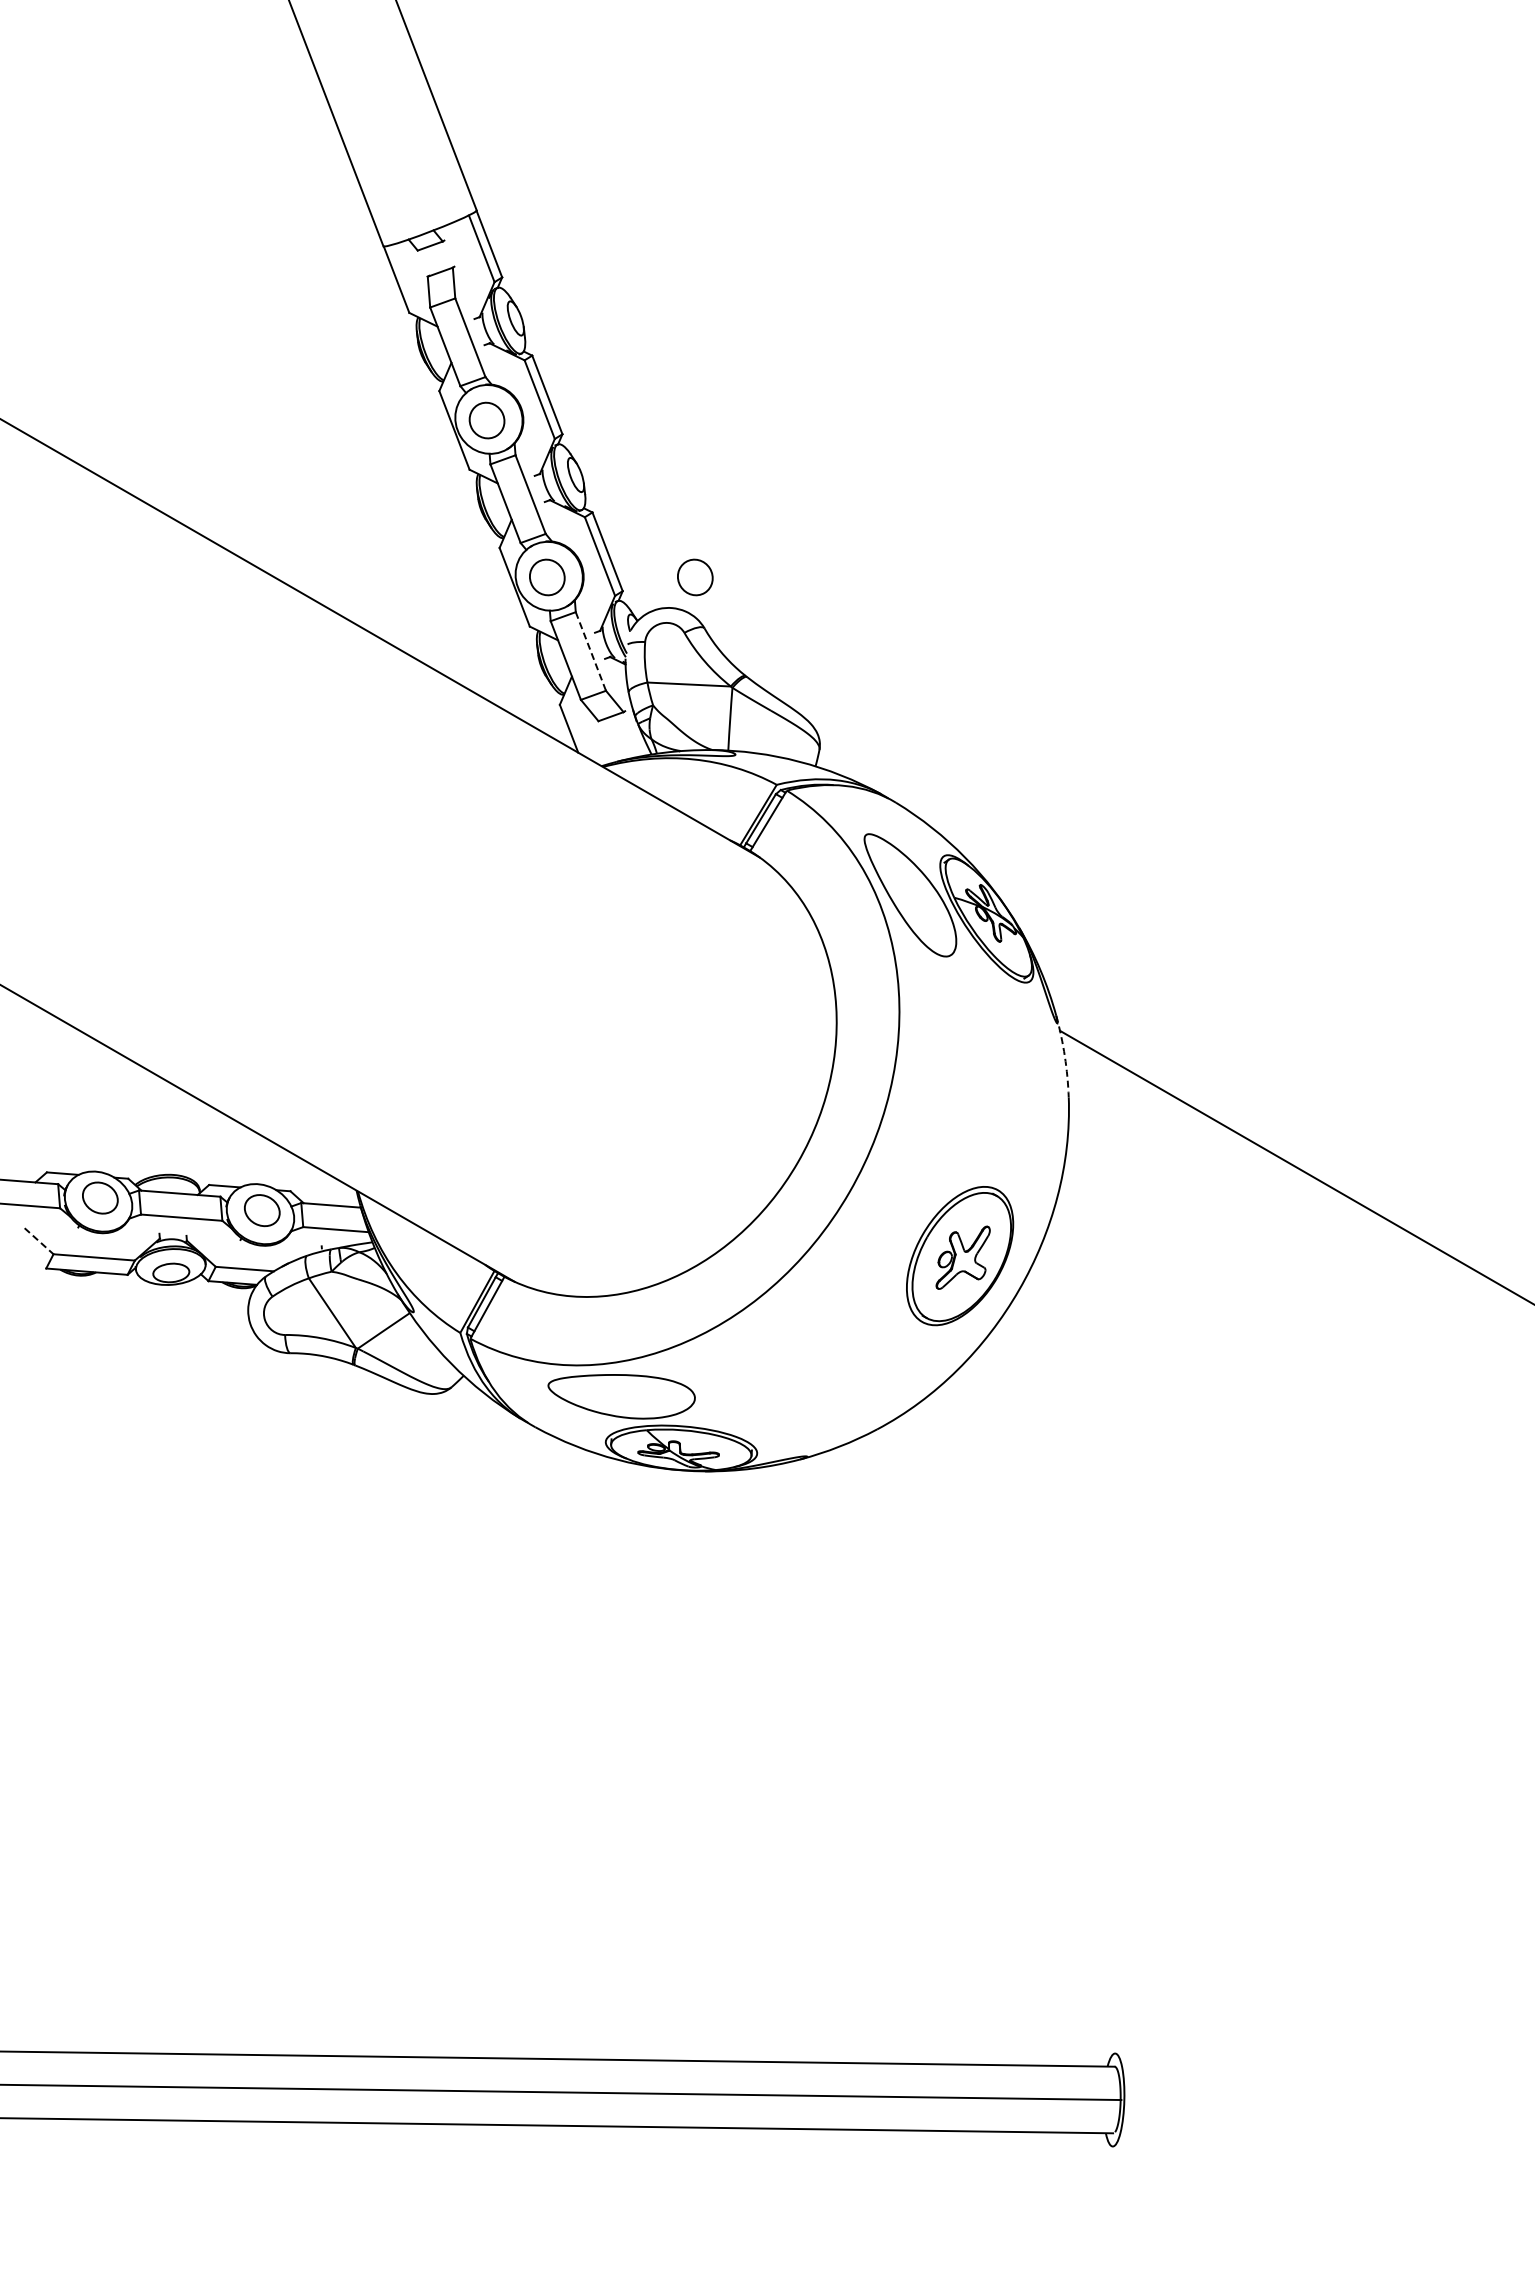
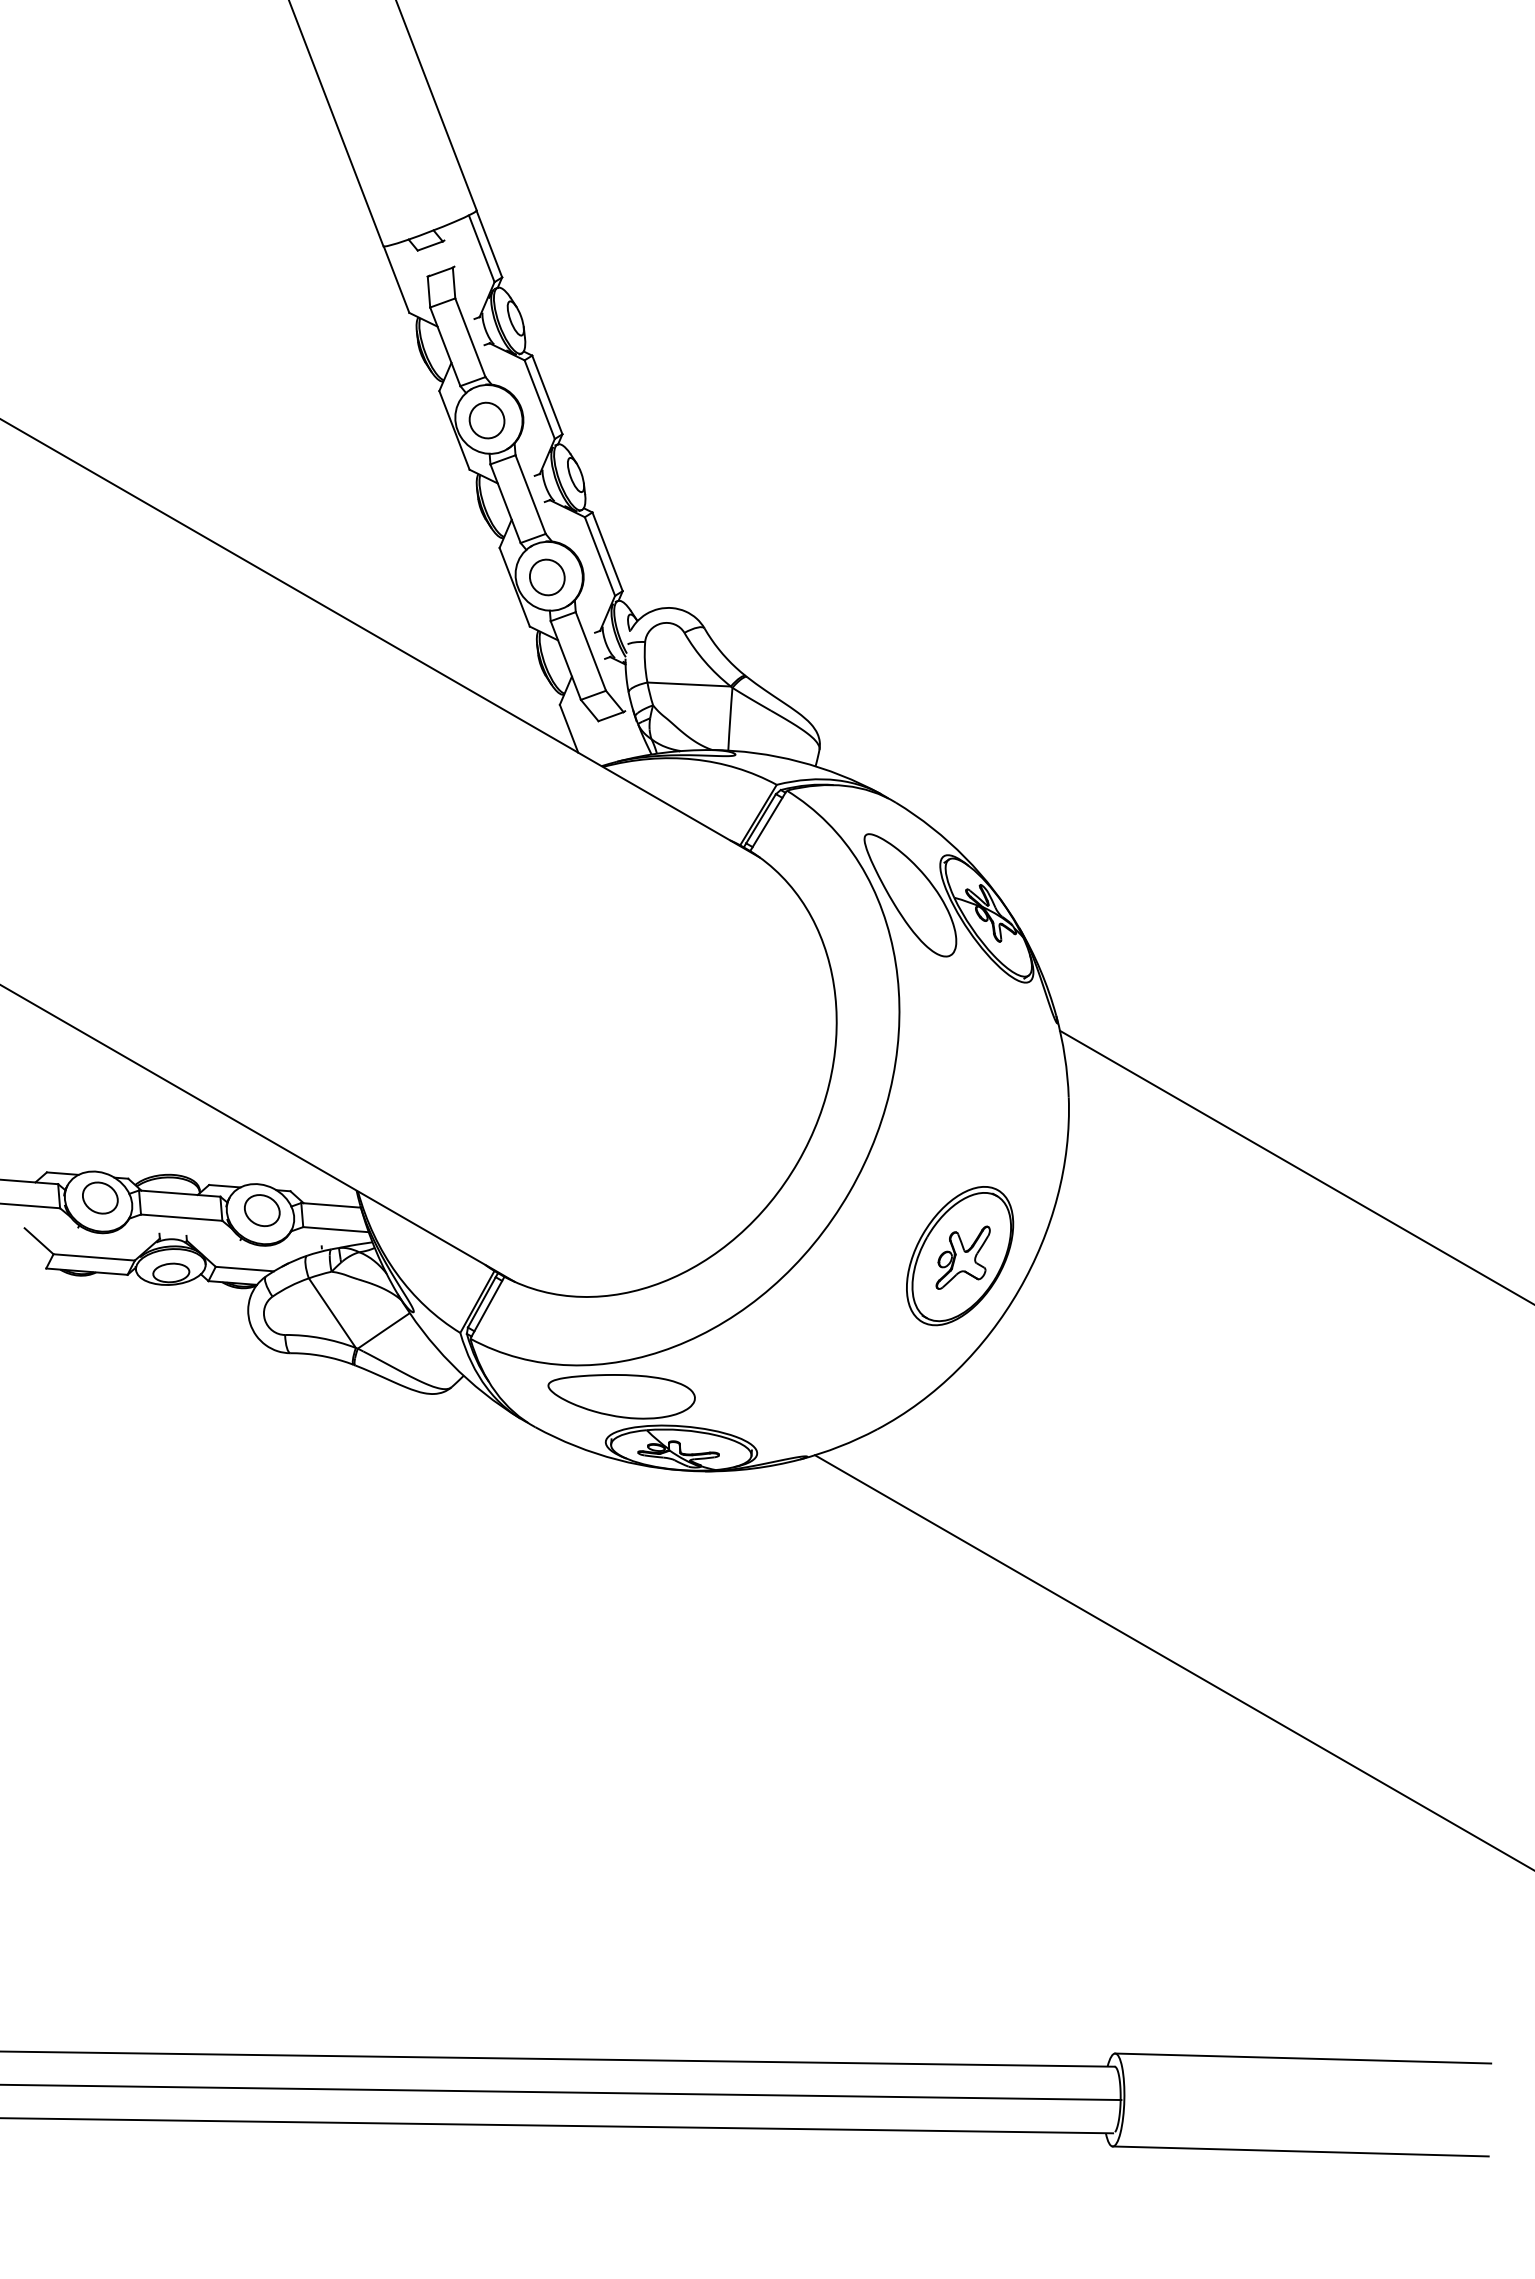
part at (695, 577): present -> none
line at (591, 651): dashed -> solid
arc at (1064, 1056): dashed -> solid
line at (39, 1241): dashed -> solid
line at (1173, 1661): none -> present
line at (1303, 2058): none -> present
line at (1300, 2151): none -> present
